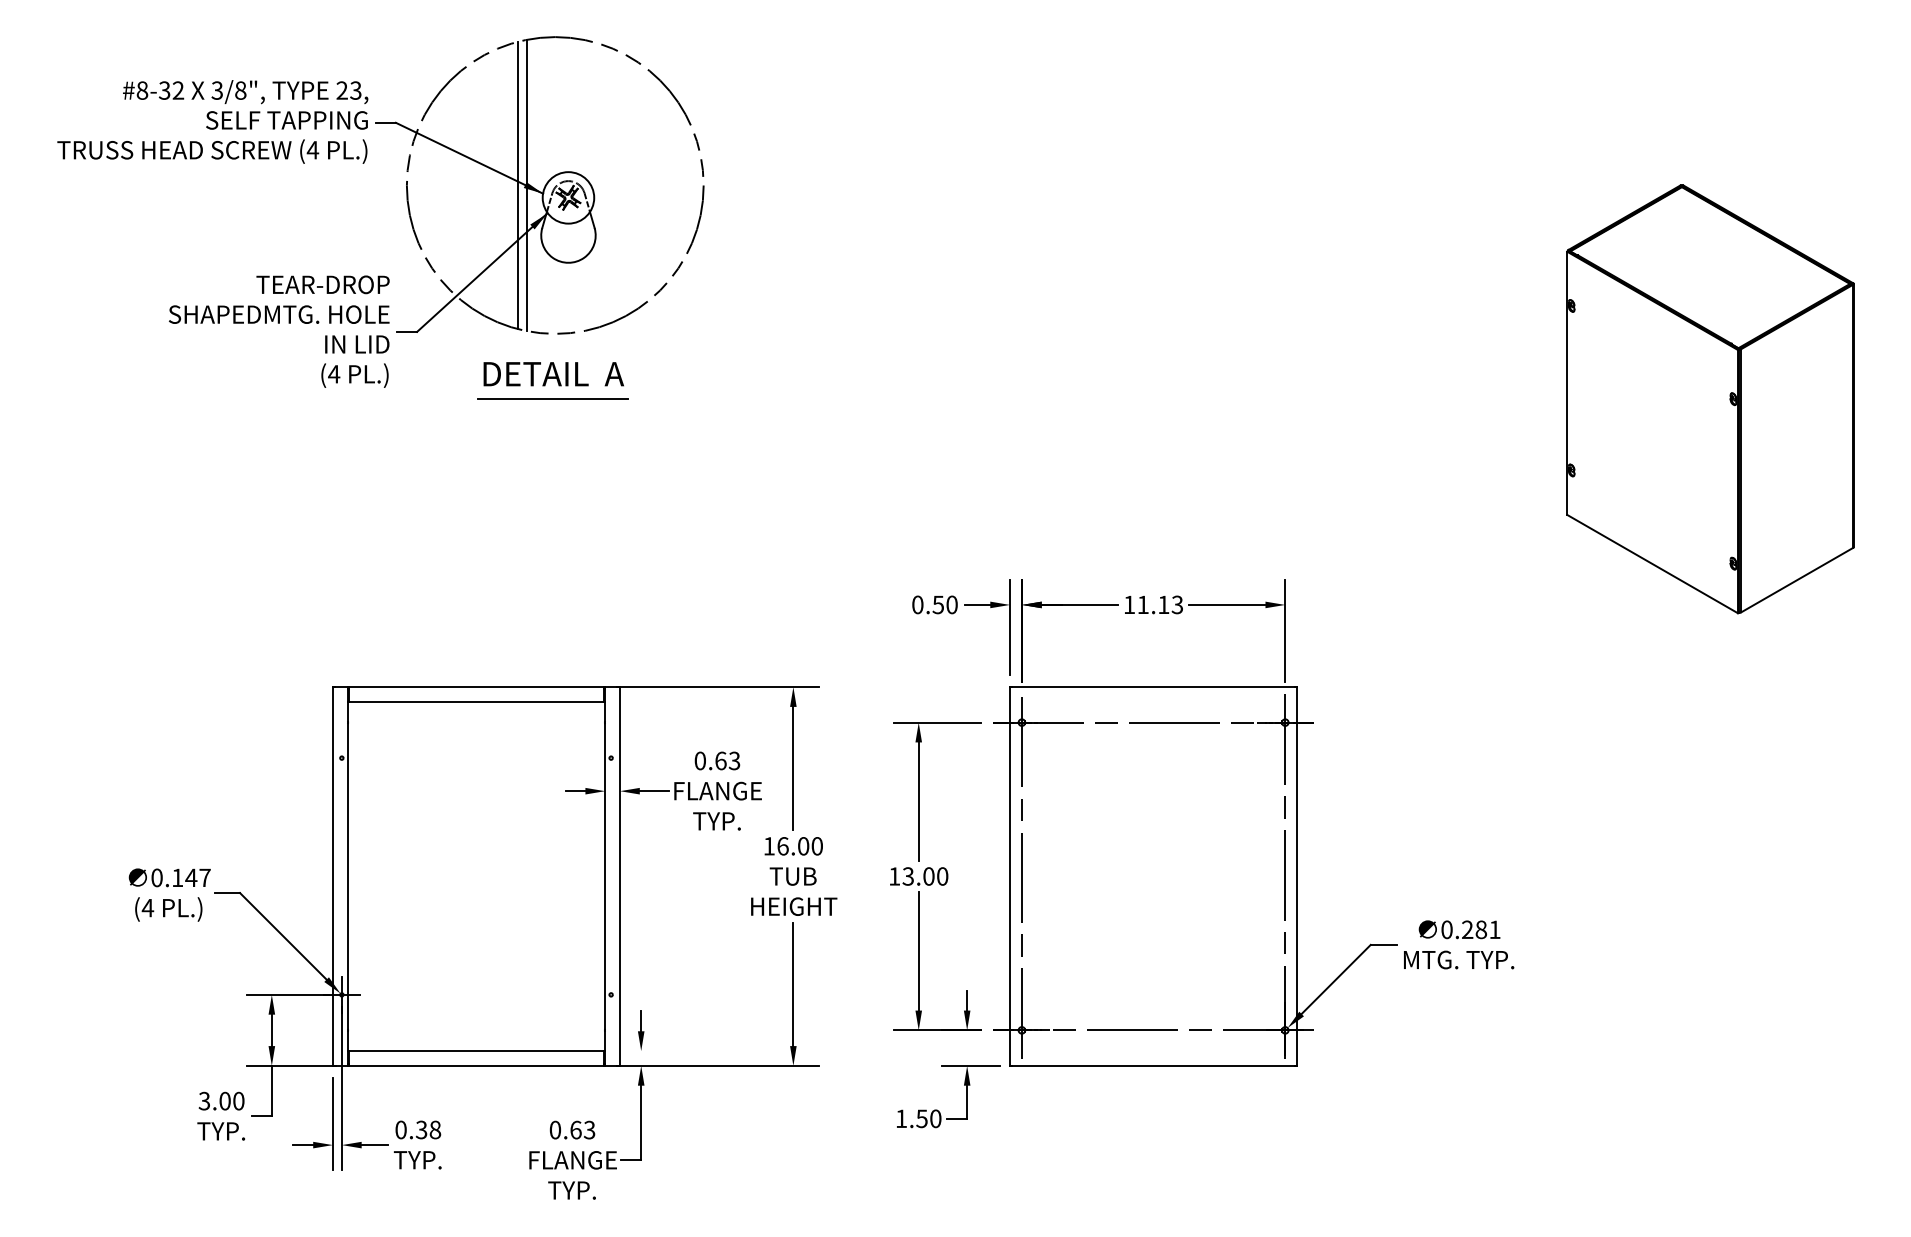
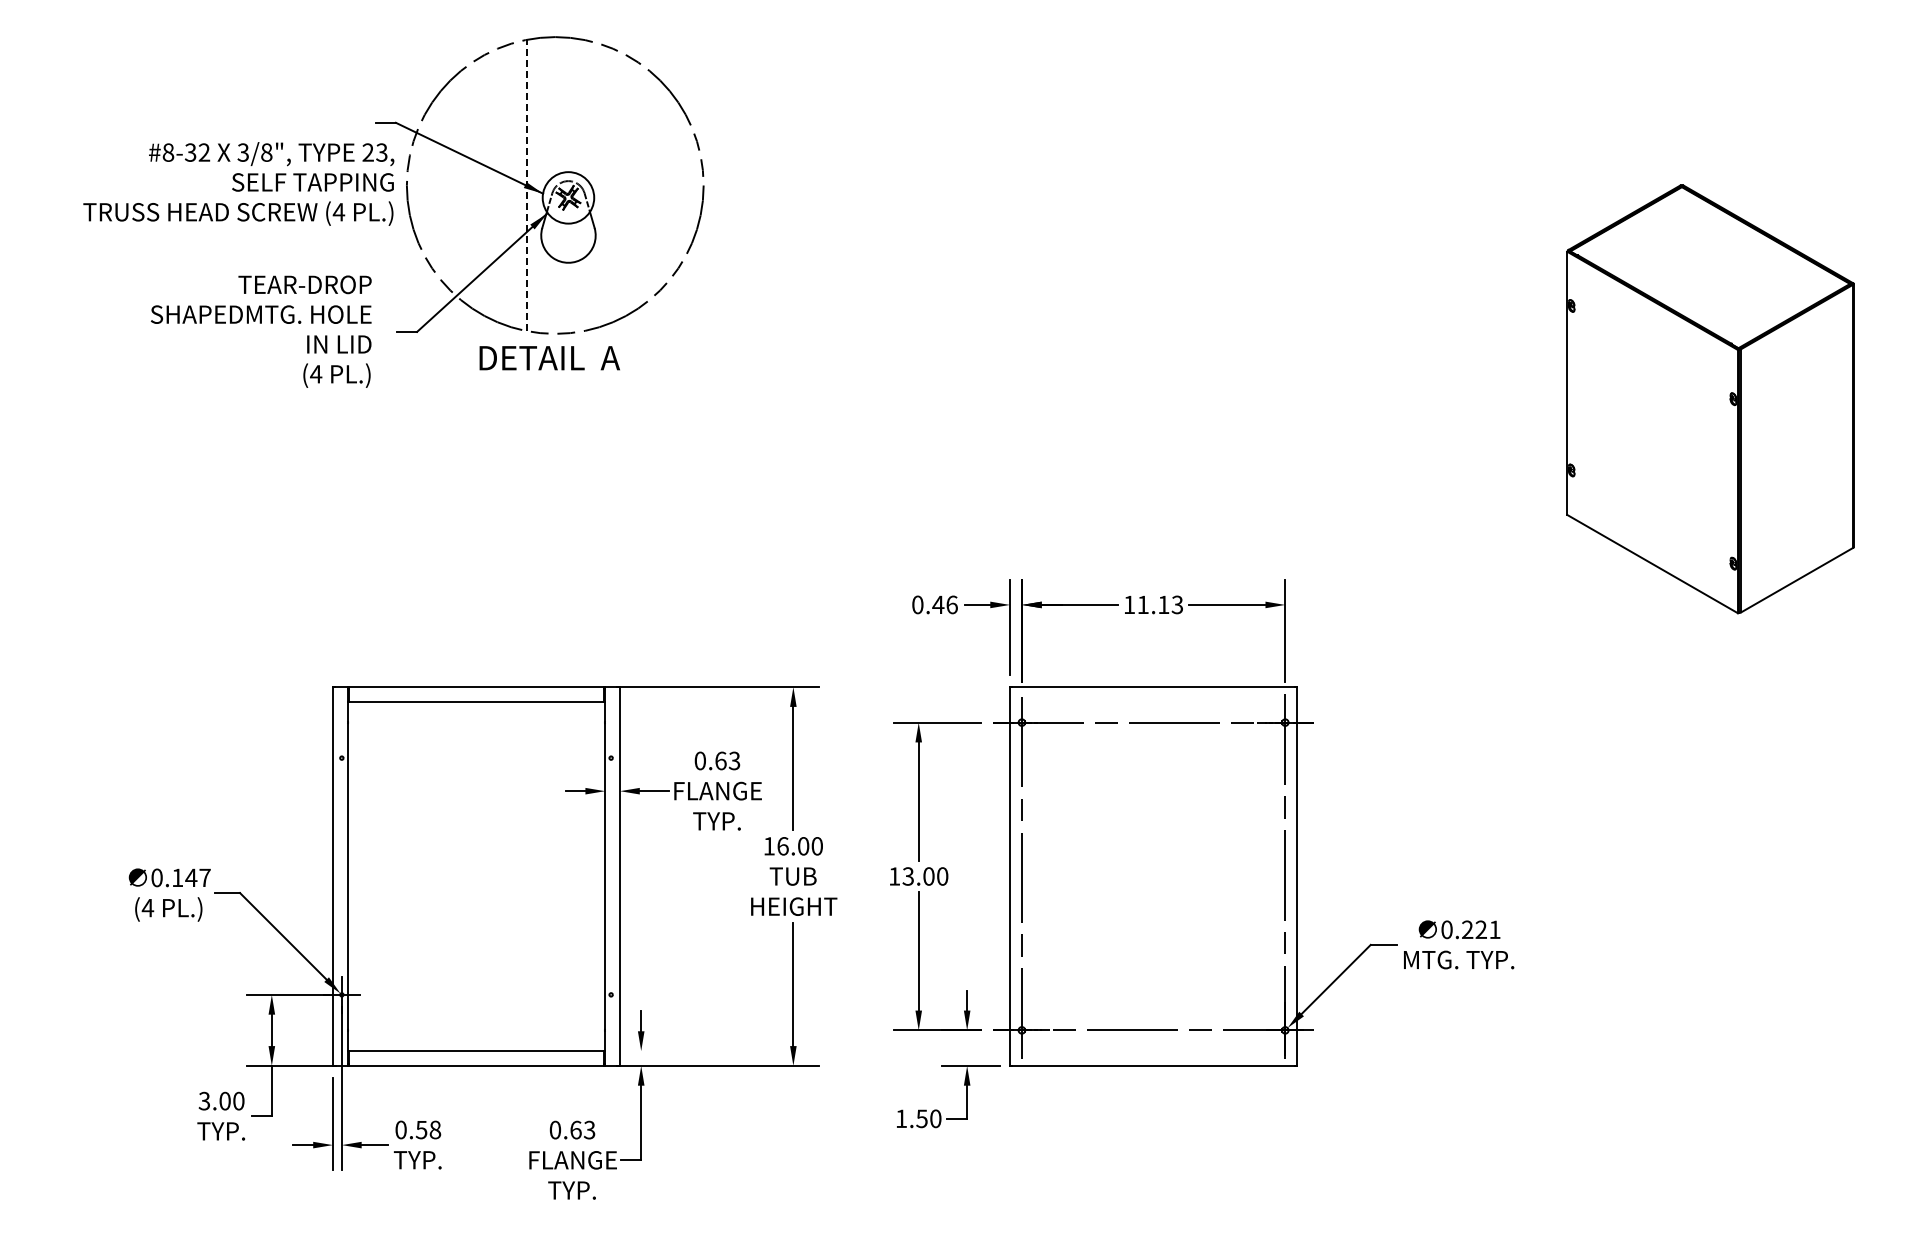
text at (212, 121) position: (212, 121) -> (238, 183)
line at (518, 185): present -> none
line at (526, 185): solid -> dashed
text at (279, 331) position: (279, 331) -> (261, 331)
text at (553, 374) position: (553, 374) -> (549, 358)
line at (552, 399): present -> none
text at (944, 604): 0.50 -> 0.46
text at (1481, 929): 0.281 -> 0.221
text at (421, 1129): 0.38 -> 0.58
